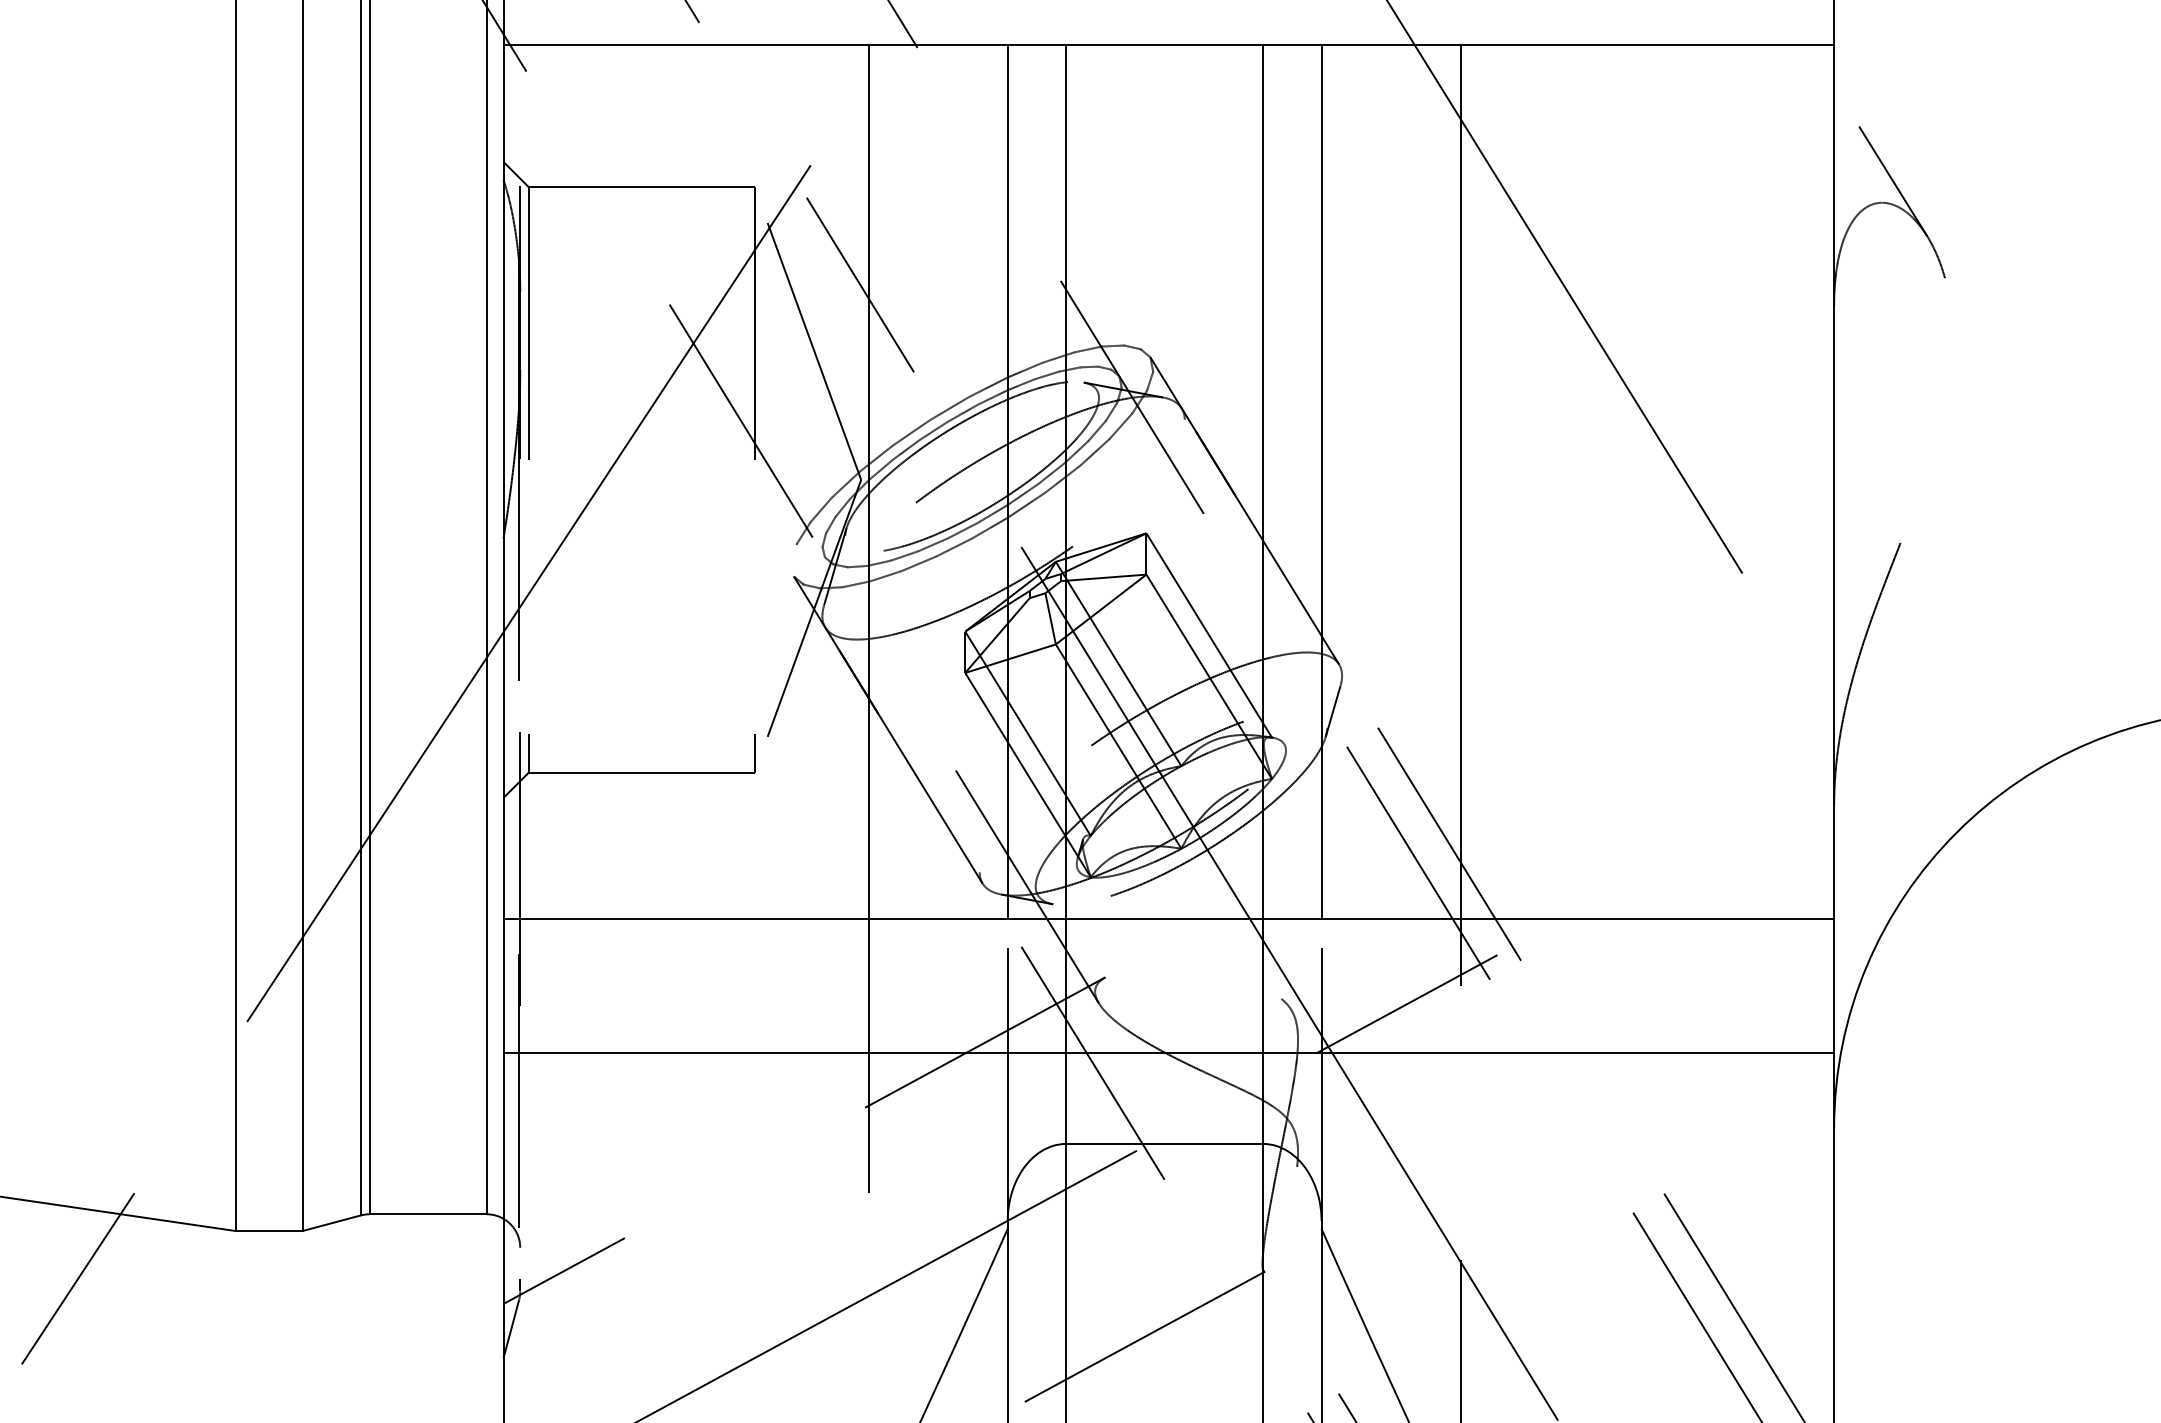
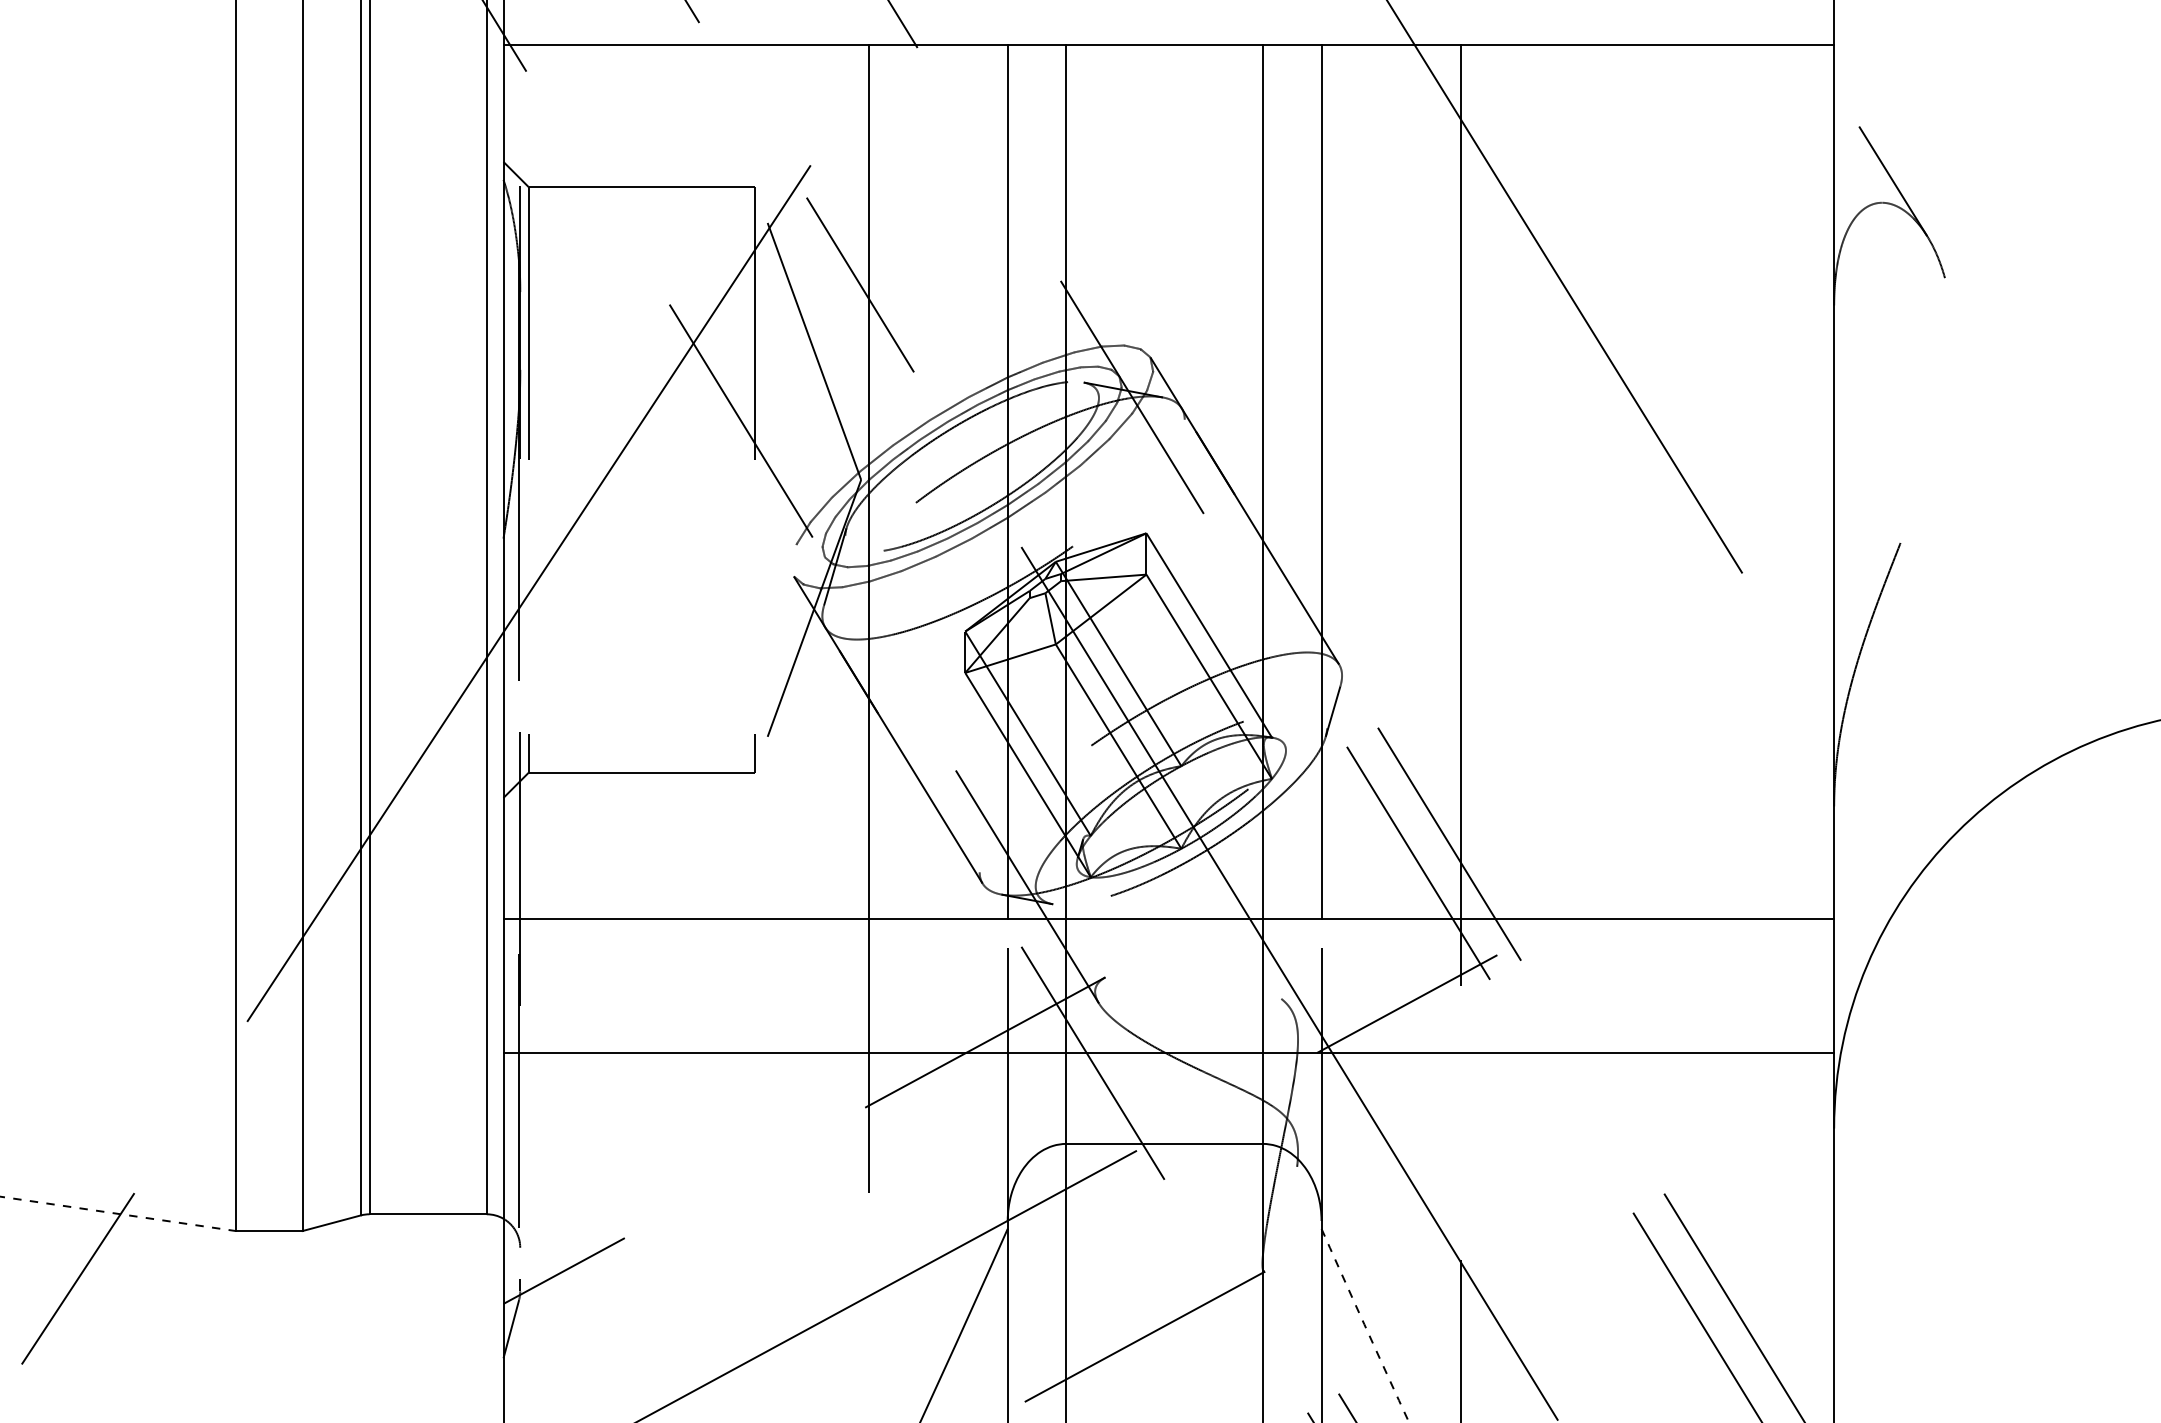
line at (117, 1213): solid -> dashed
arc at (1365, 1326): solid -> dashed
